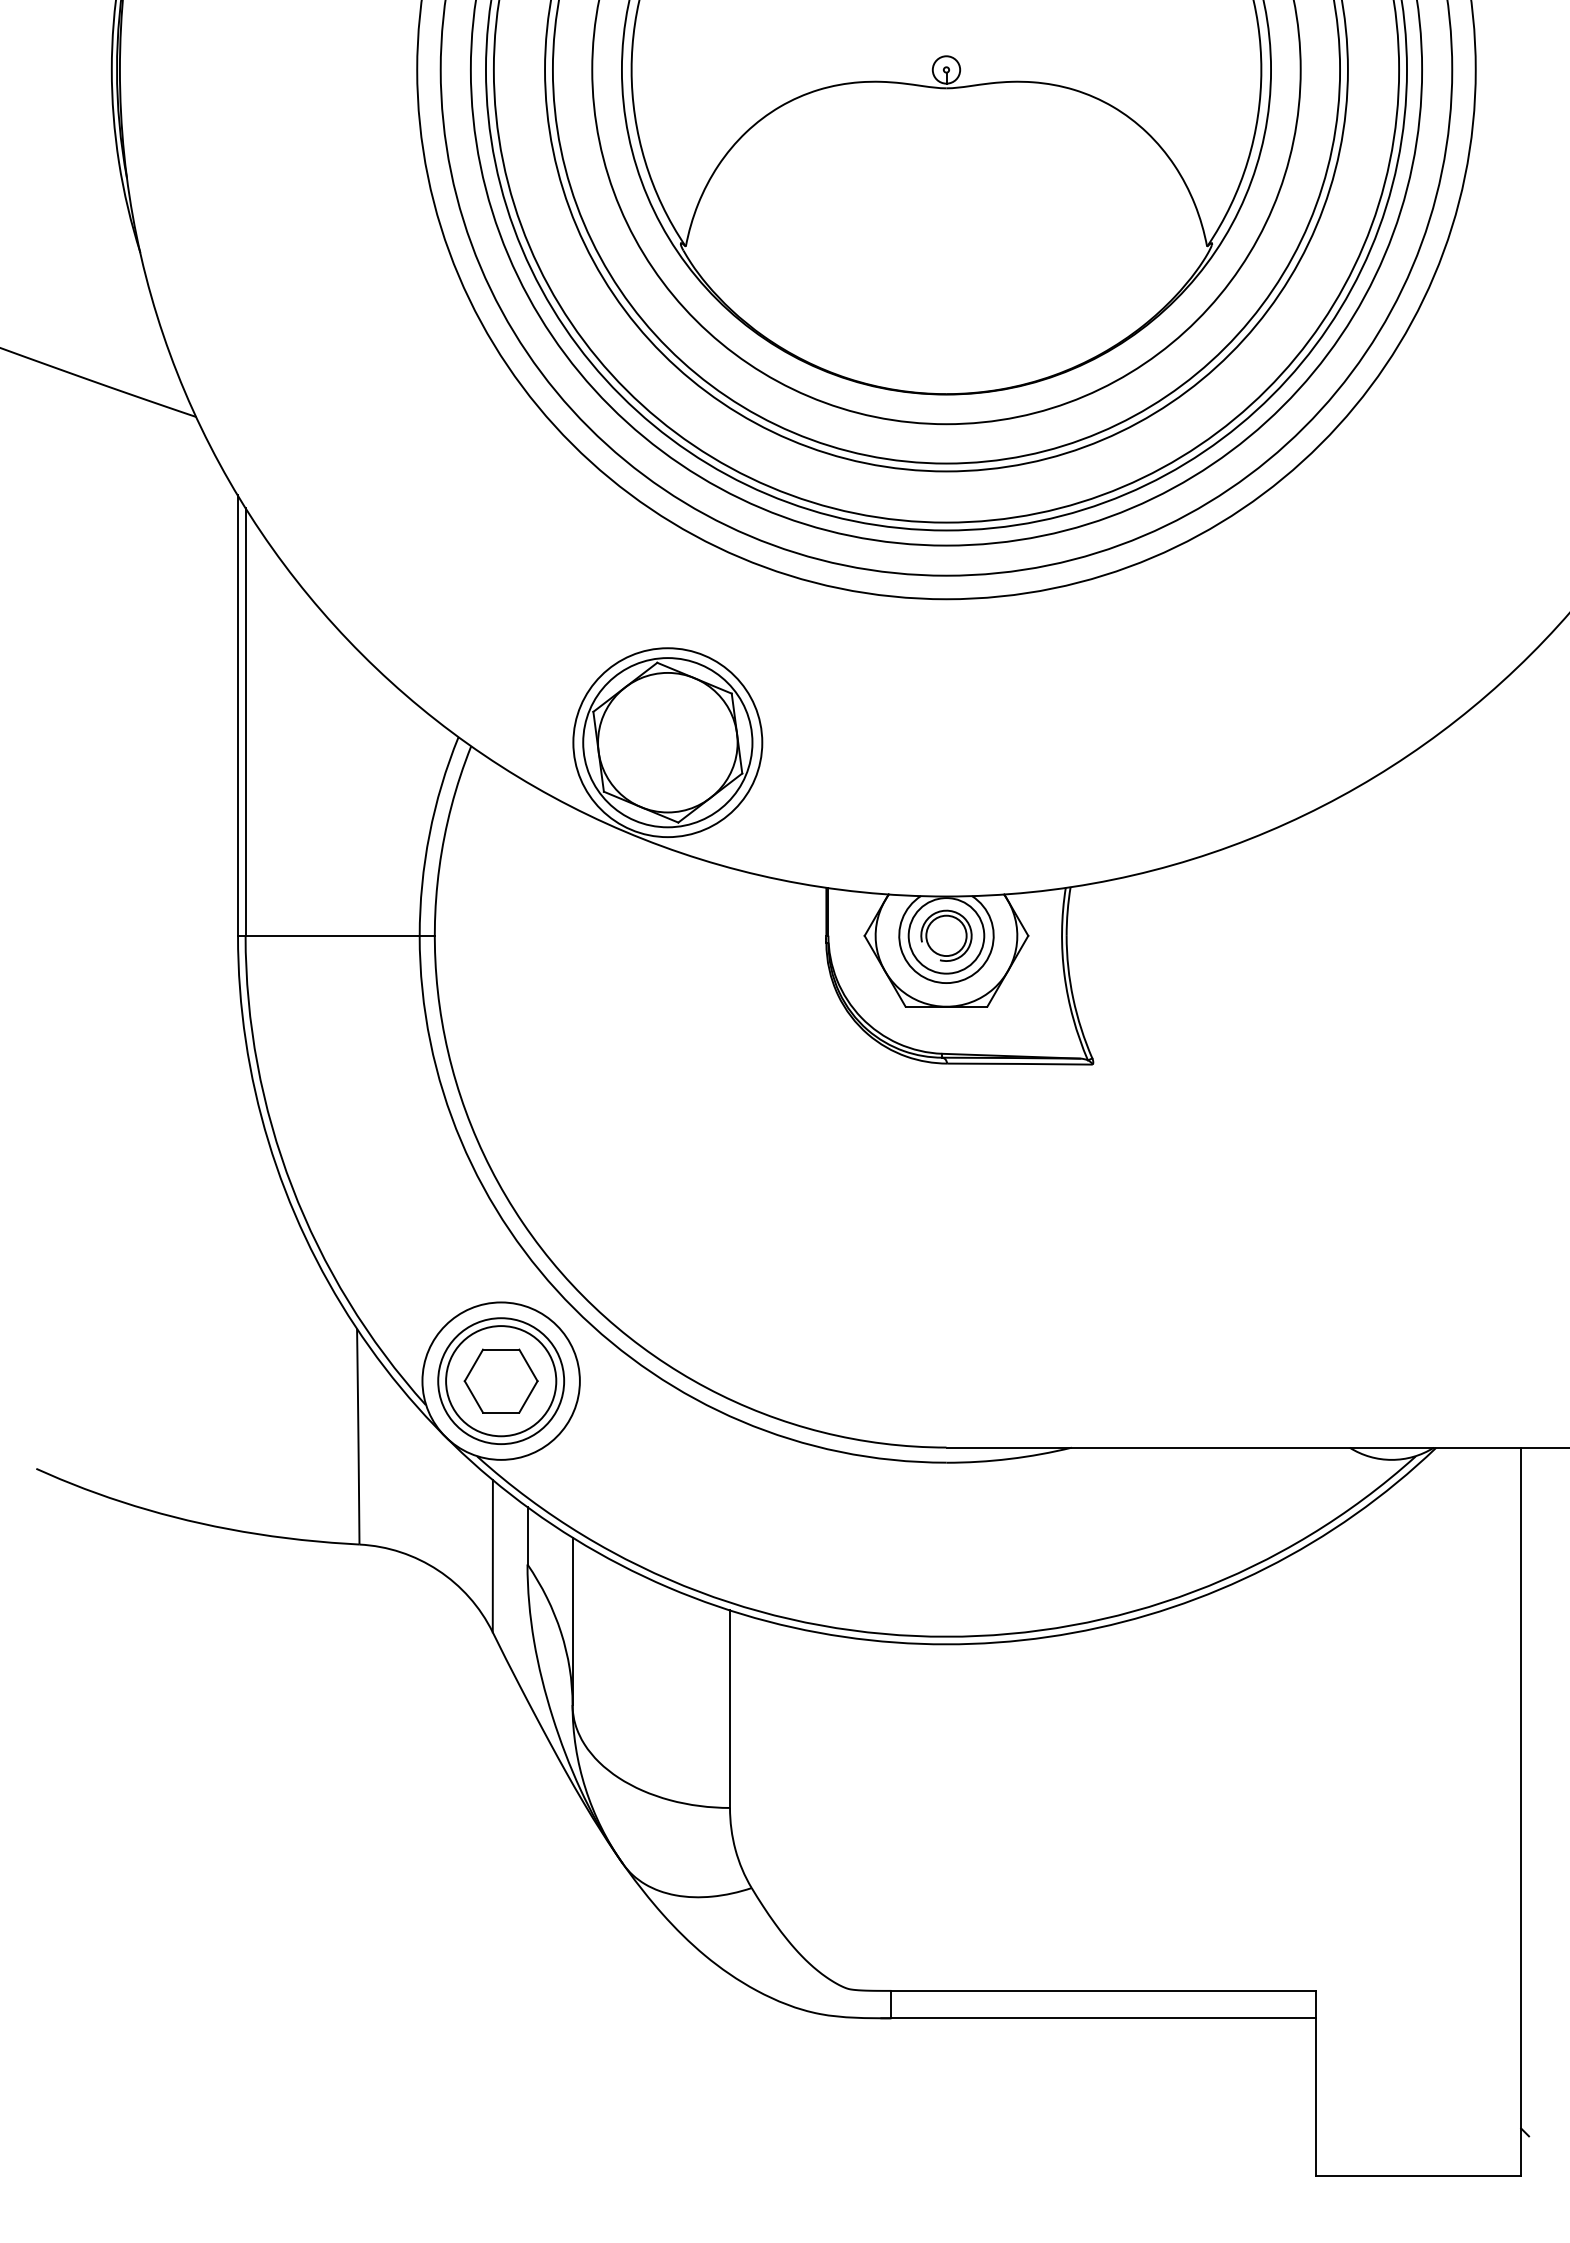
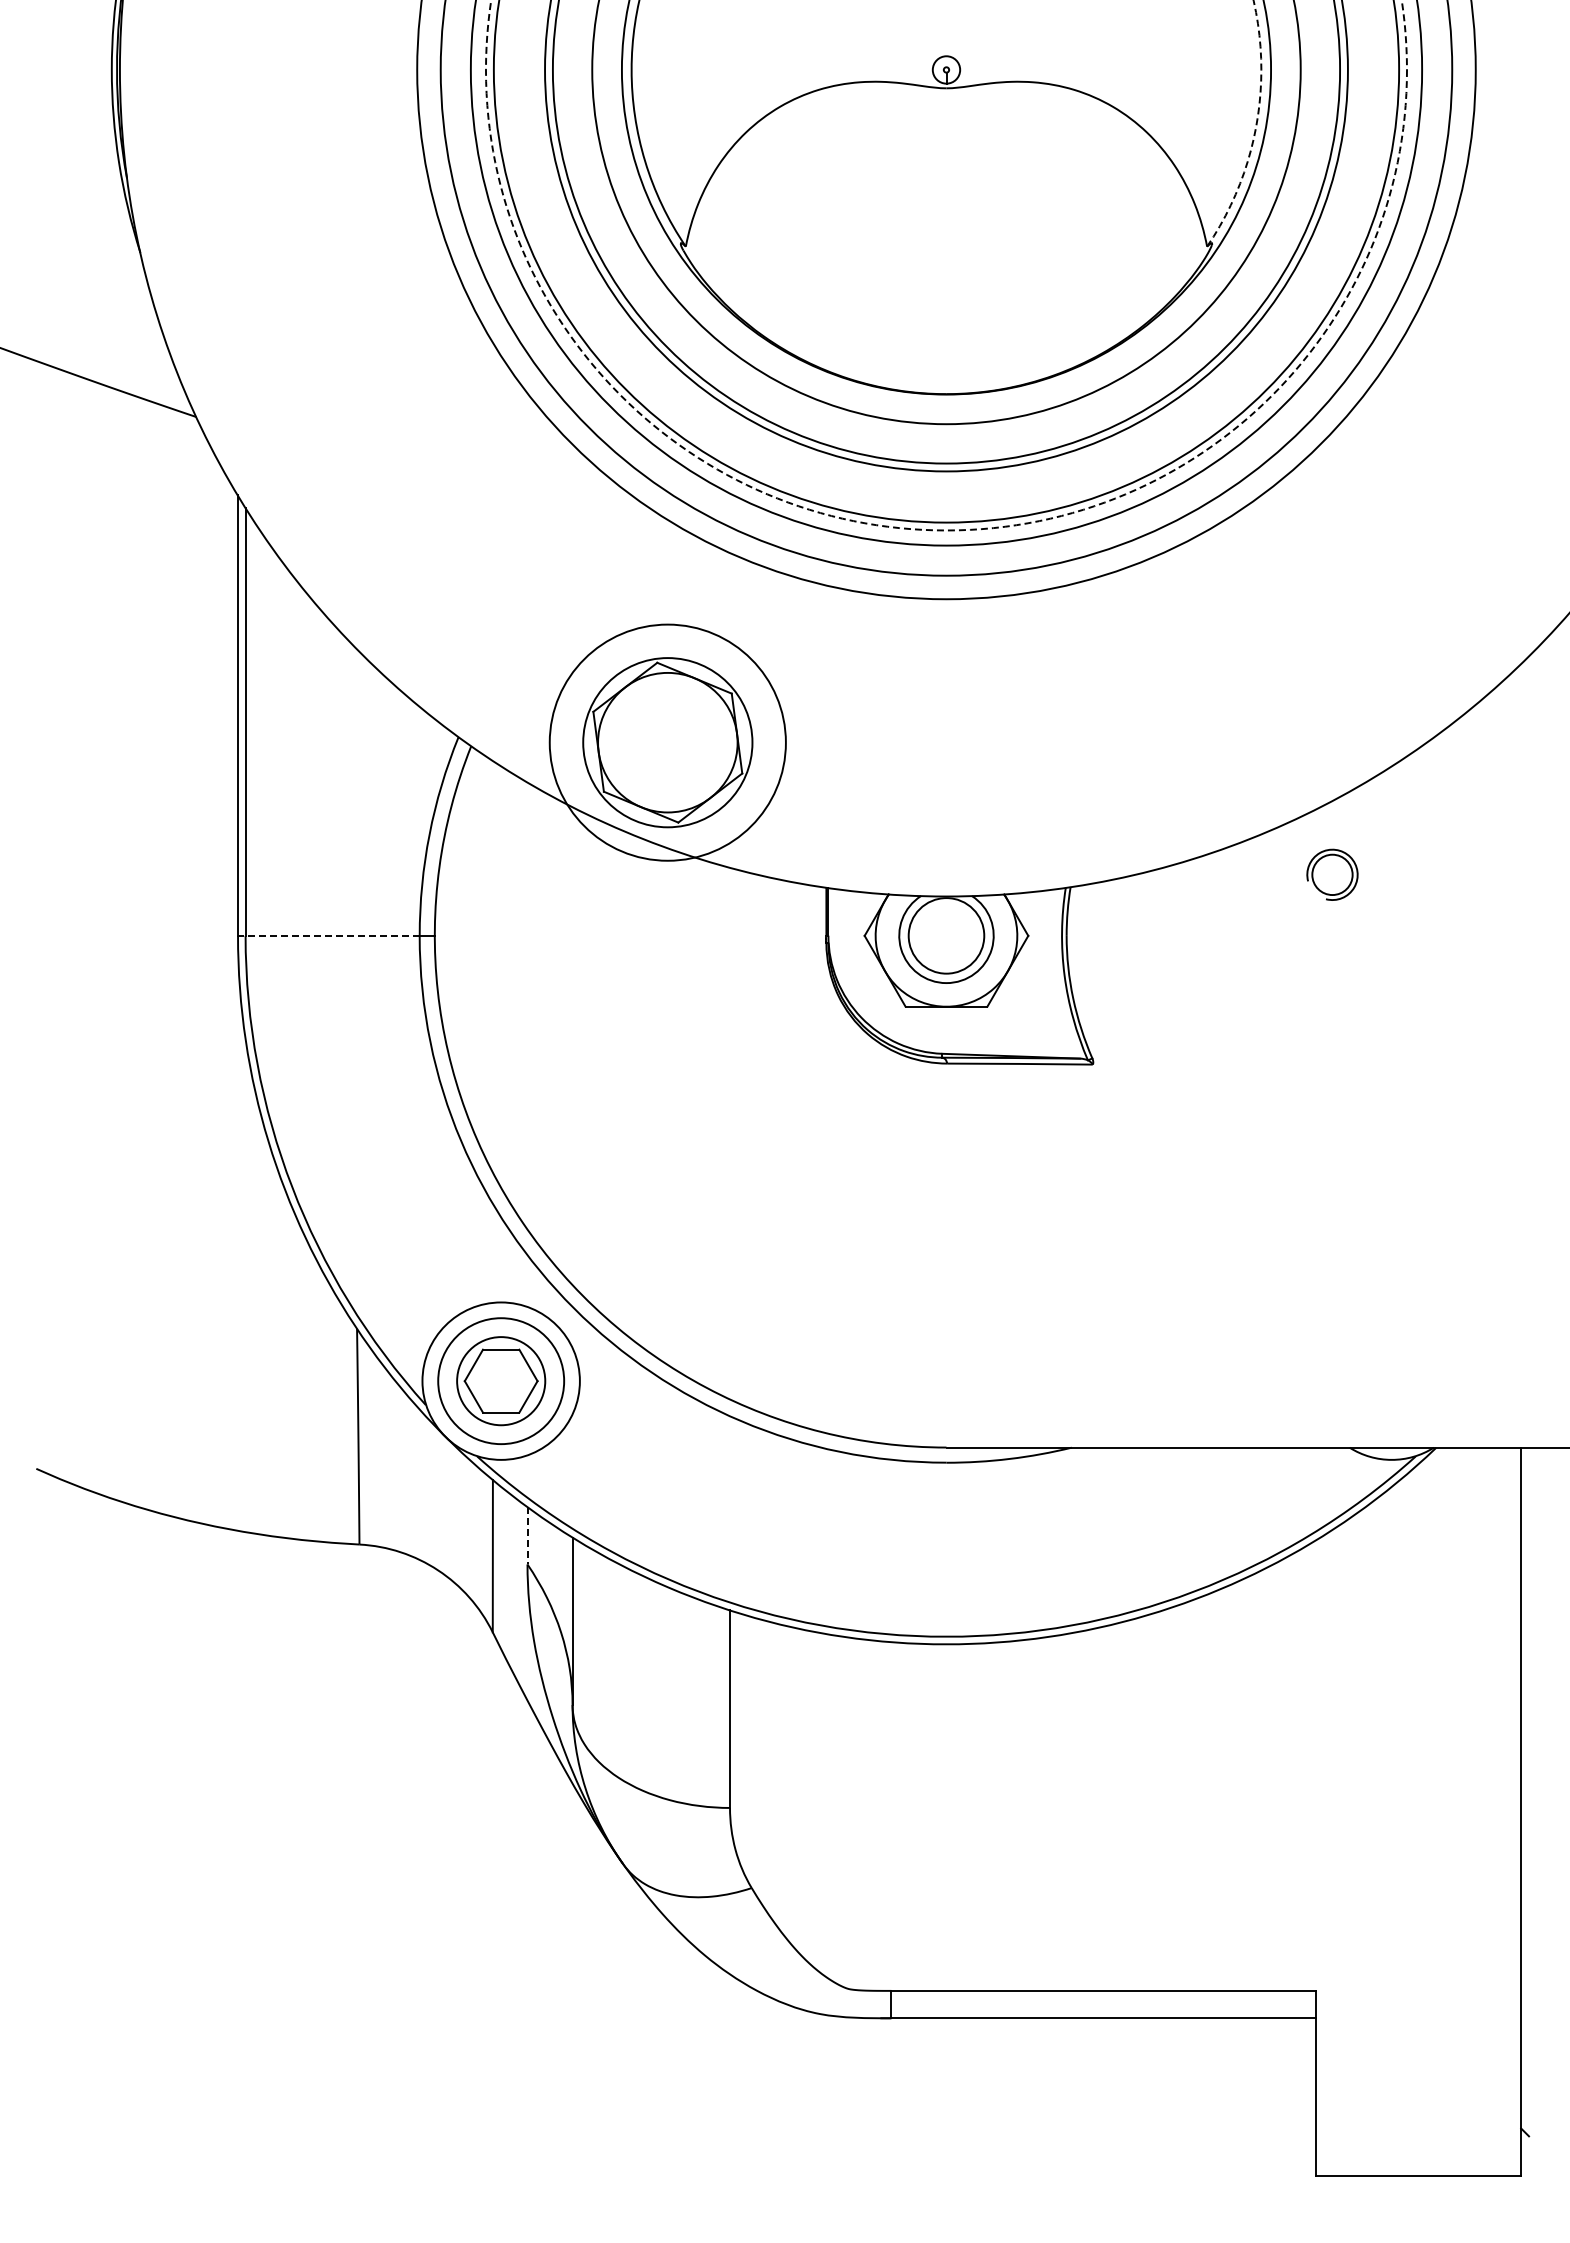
arc at (1256, 126): solid -> dashed
circle at (946, 265): solid -> dashed
circle at (667, 742) diameter: 189 px -> 236 px
line at (328, 935): solid -> dashed
part at (946, 935) position: (946, 935) -> (1332, 874)
circle at (501, 1381) diameter: 110 px -> 88 px
line at (527, 1535): solid -> dashed
